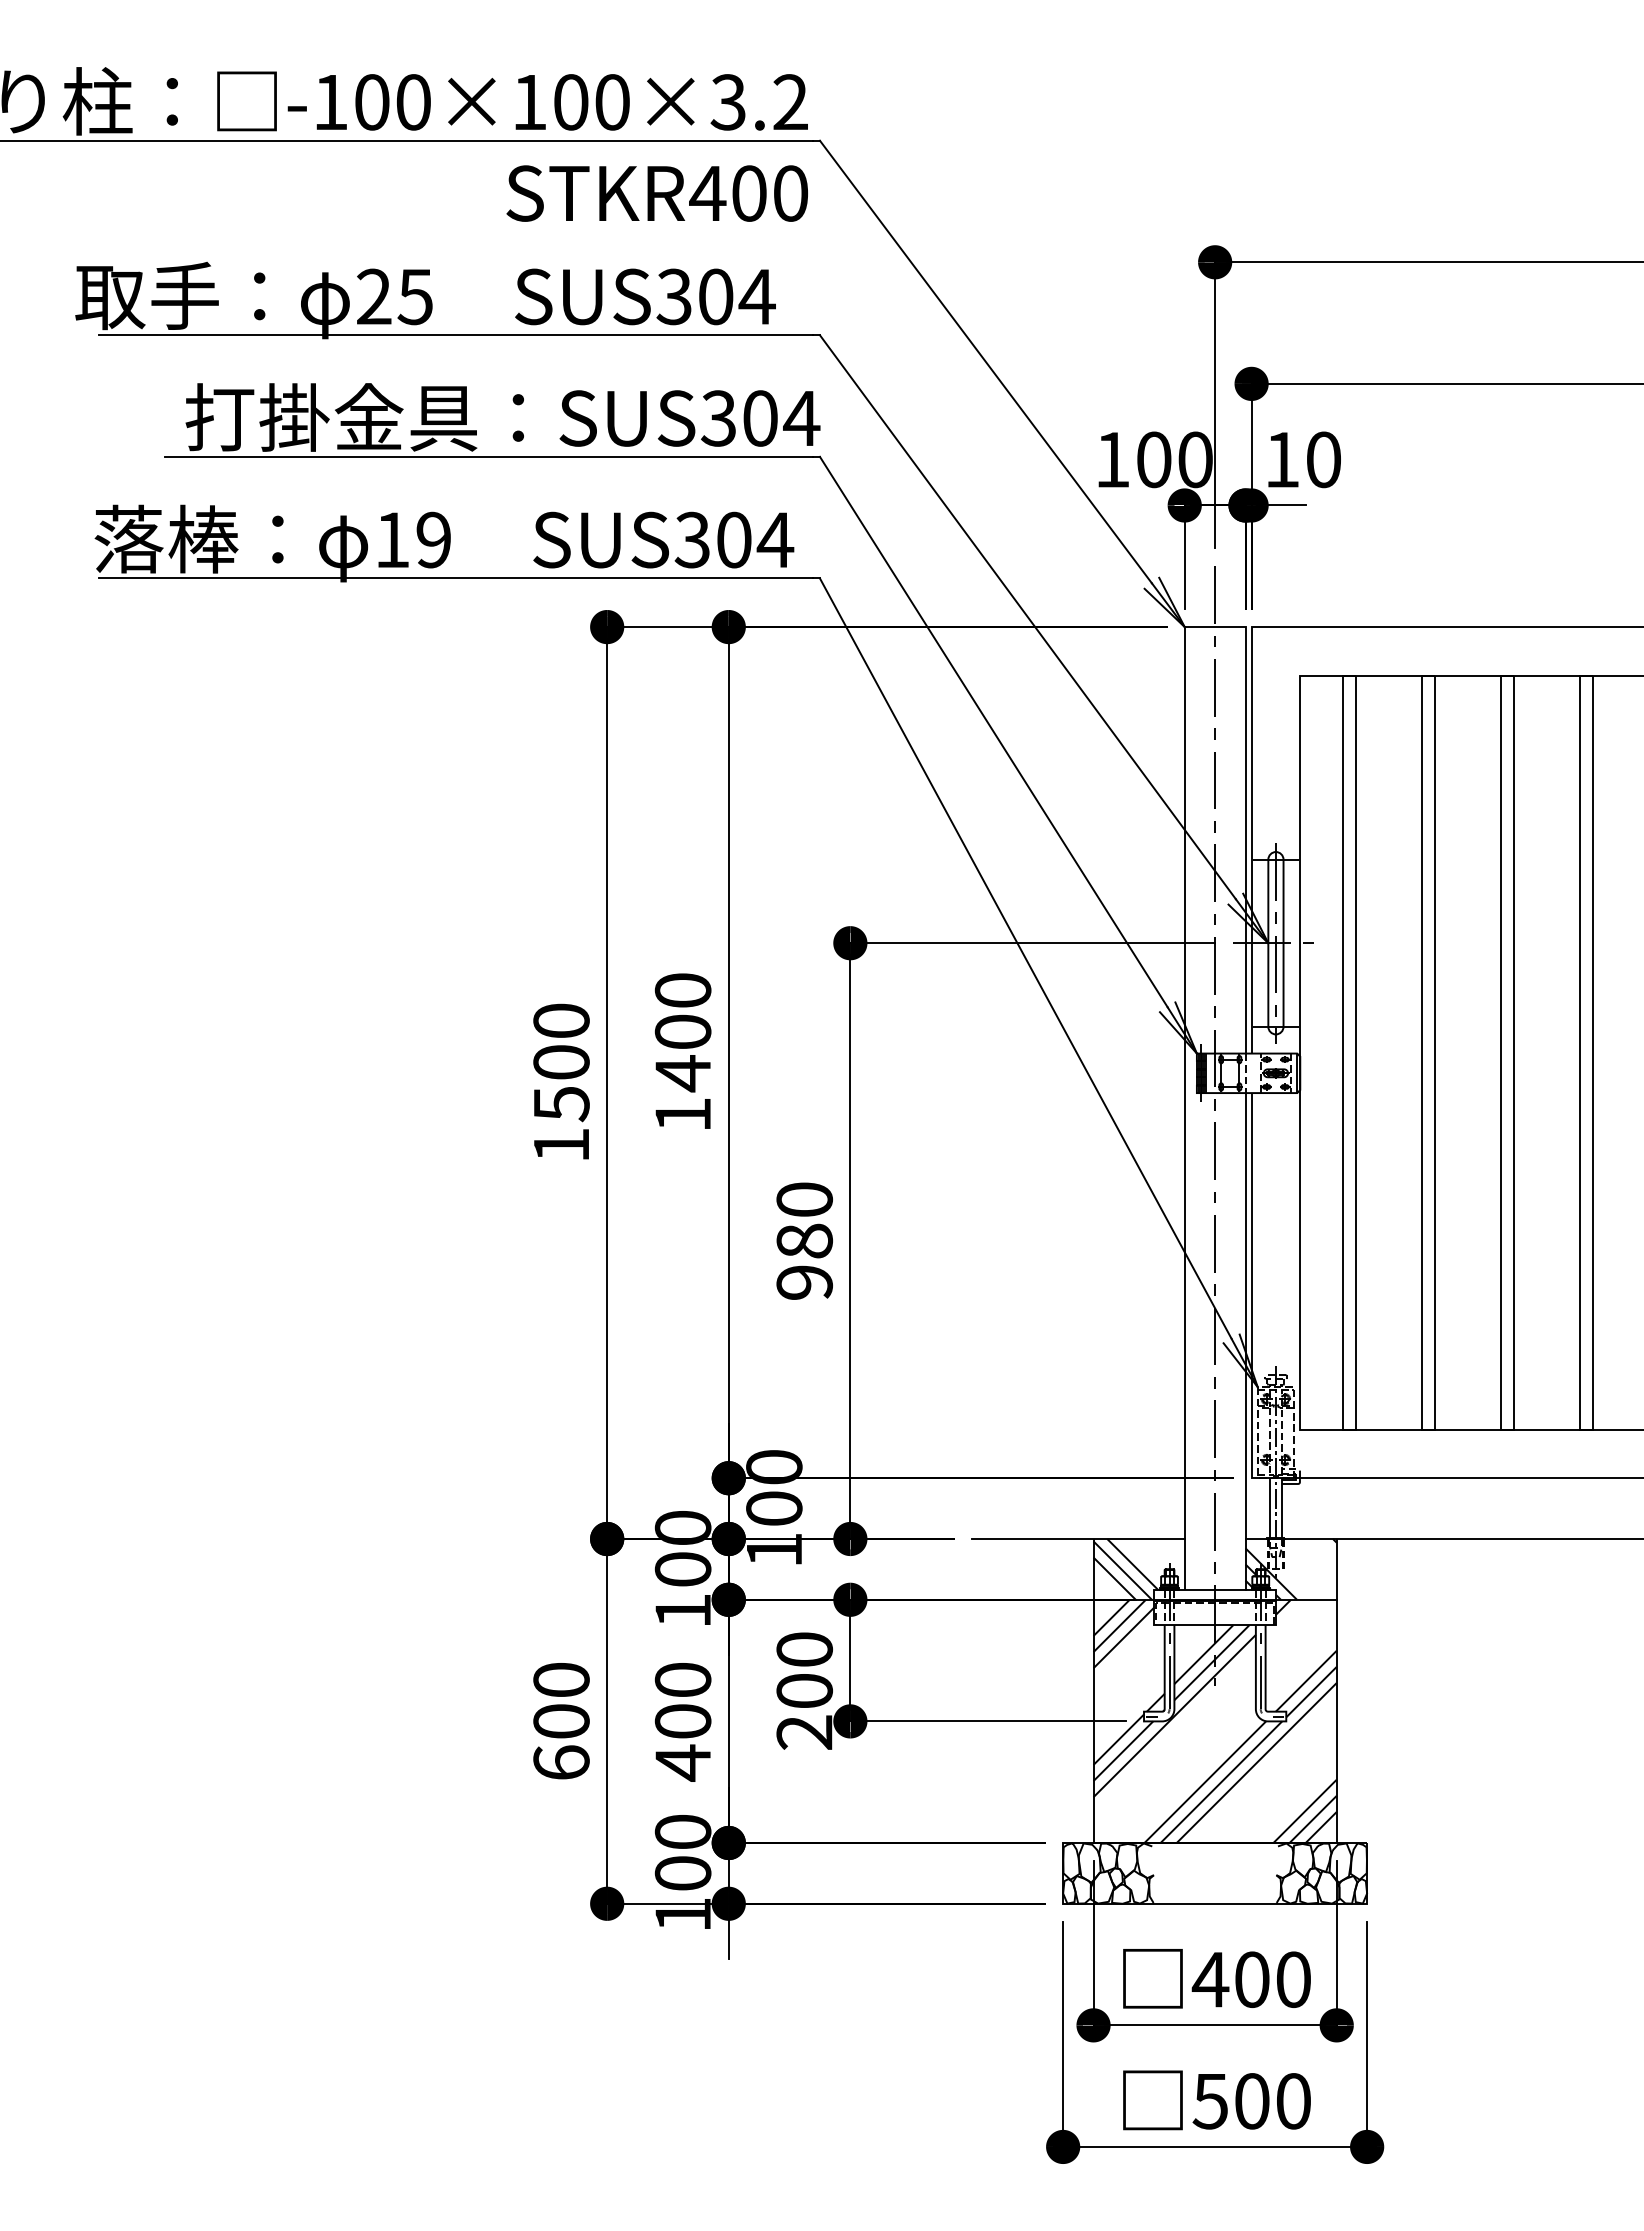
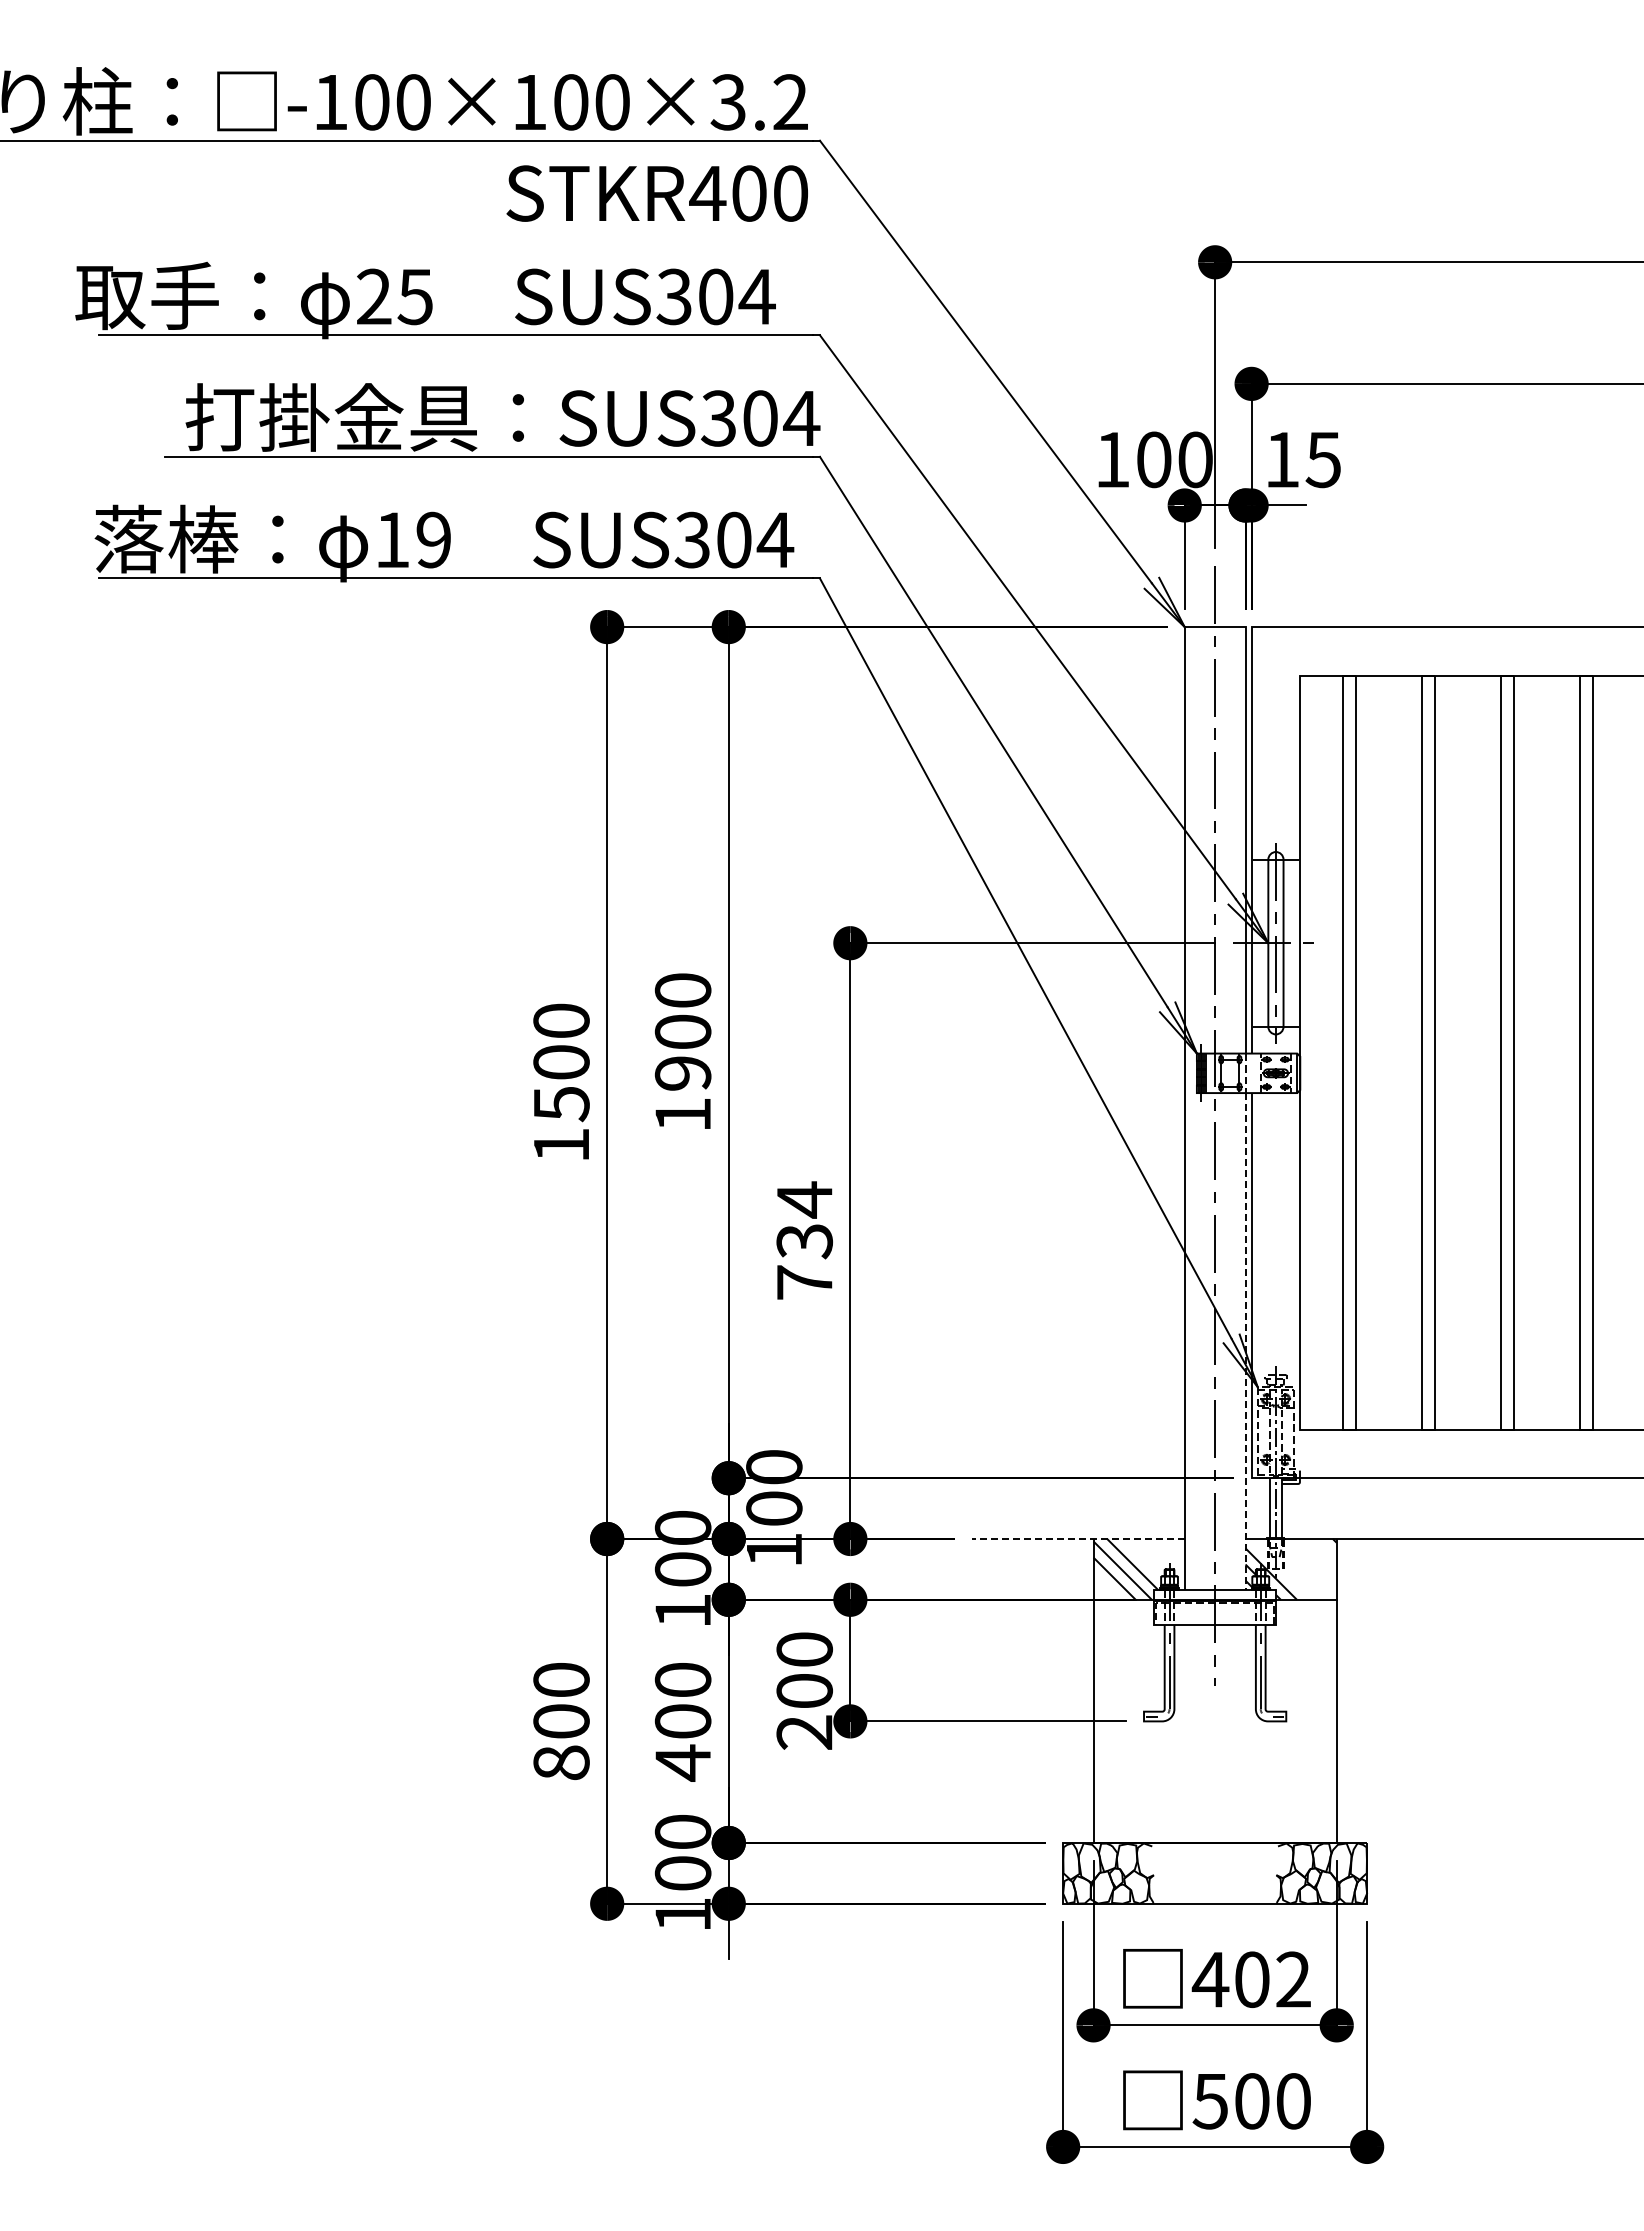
text at (1322, 459): 10 -> 15
text at (682, 1073): 1400 -> 1900
text at (804, 1240): 980 -> 734
line at (1245, 1341): solid -> dashed
line at (1077, 1539): solid -> dashed
hatch at (1214, 1720): present -> none
text at (561, 1762): 600 -> 800
text at (1293, 1979): 400 -> 402
